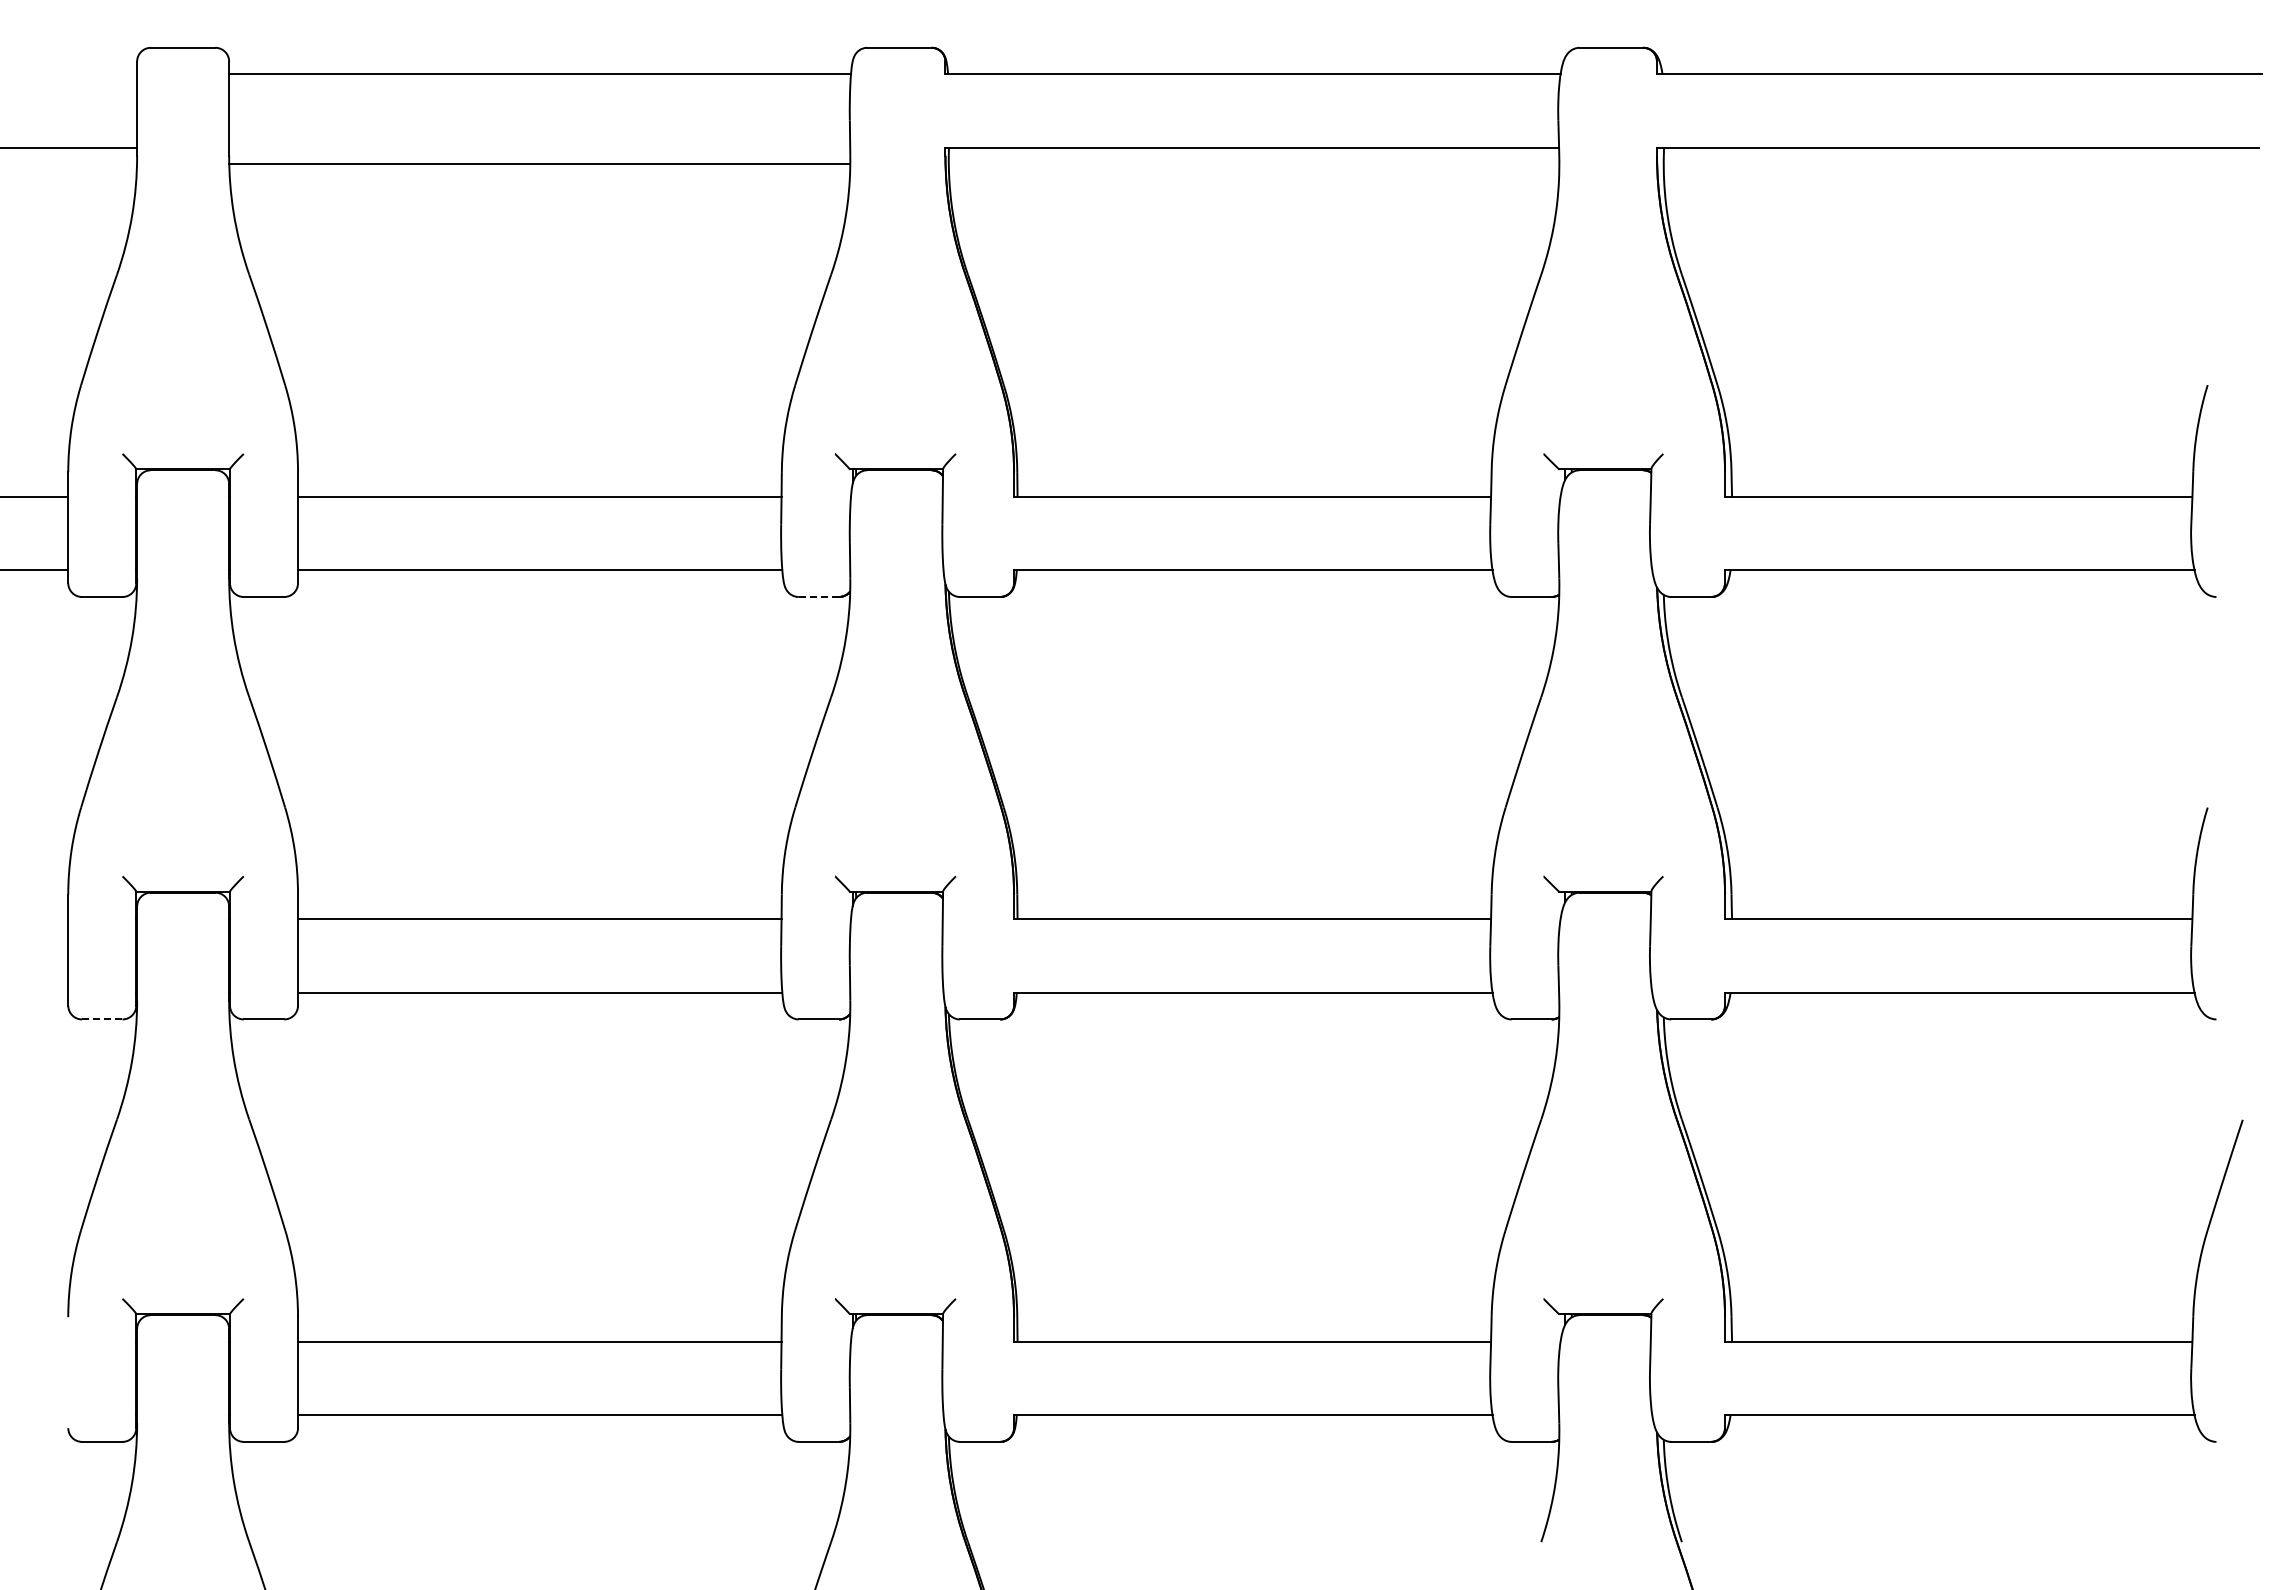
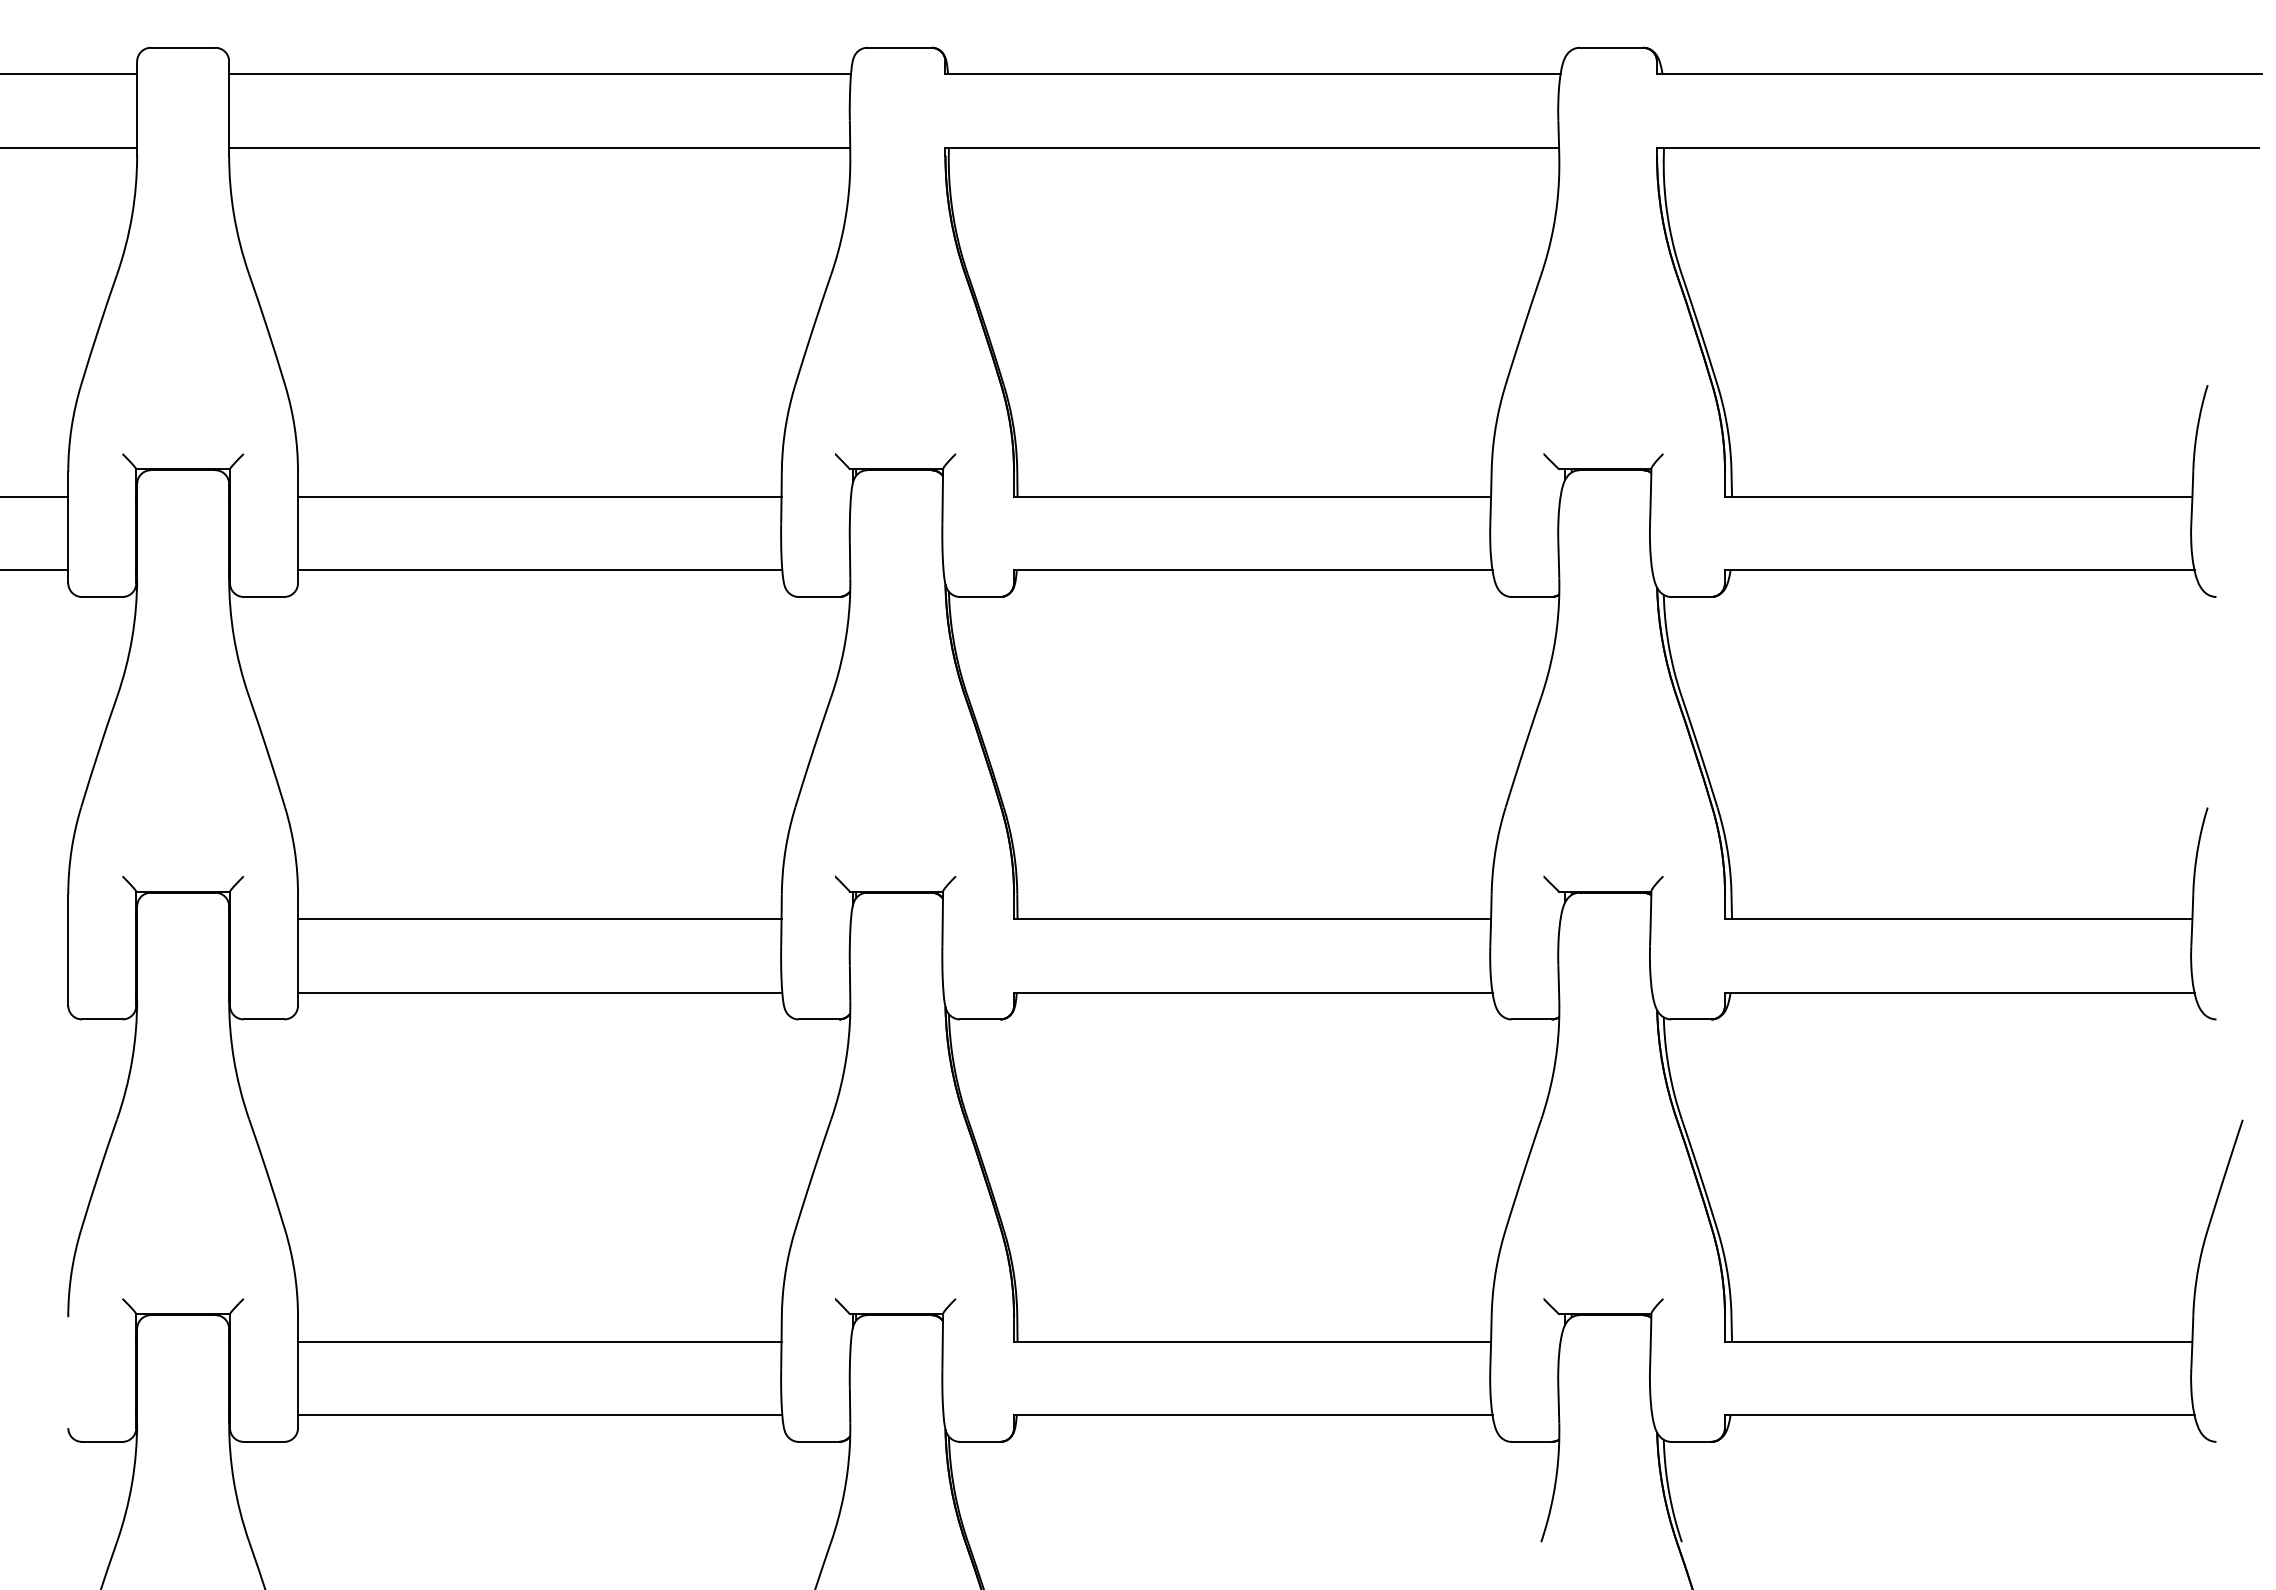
line at (69, 74): none -> present
line at (539, 163) position: (539, 163) -> (539, 147)
line at (819, 597): dashed -> solid
line at (102, 1019): dashed -> solid
